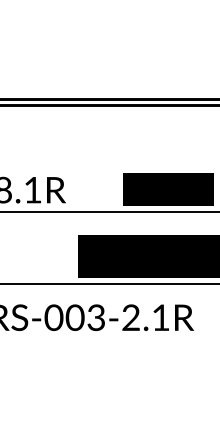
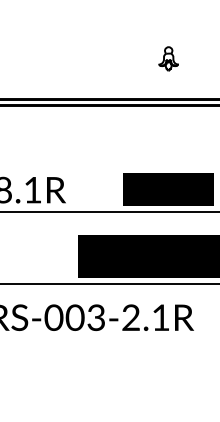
part at (168, 58): none -> present
